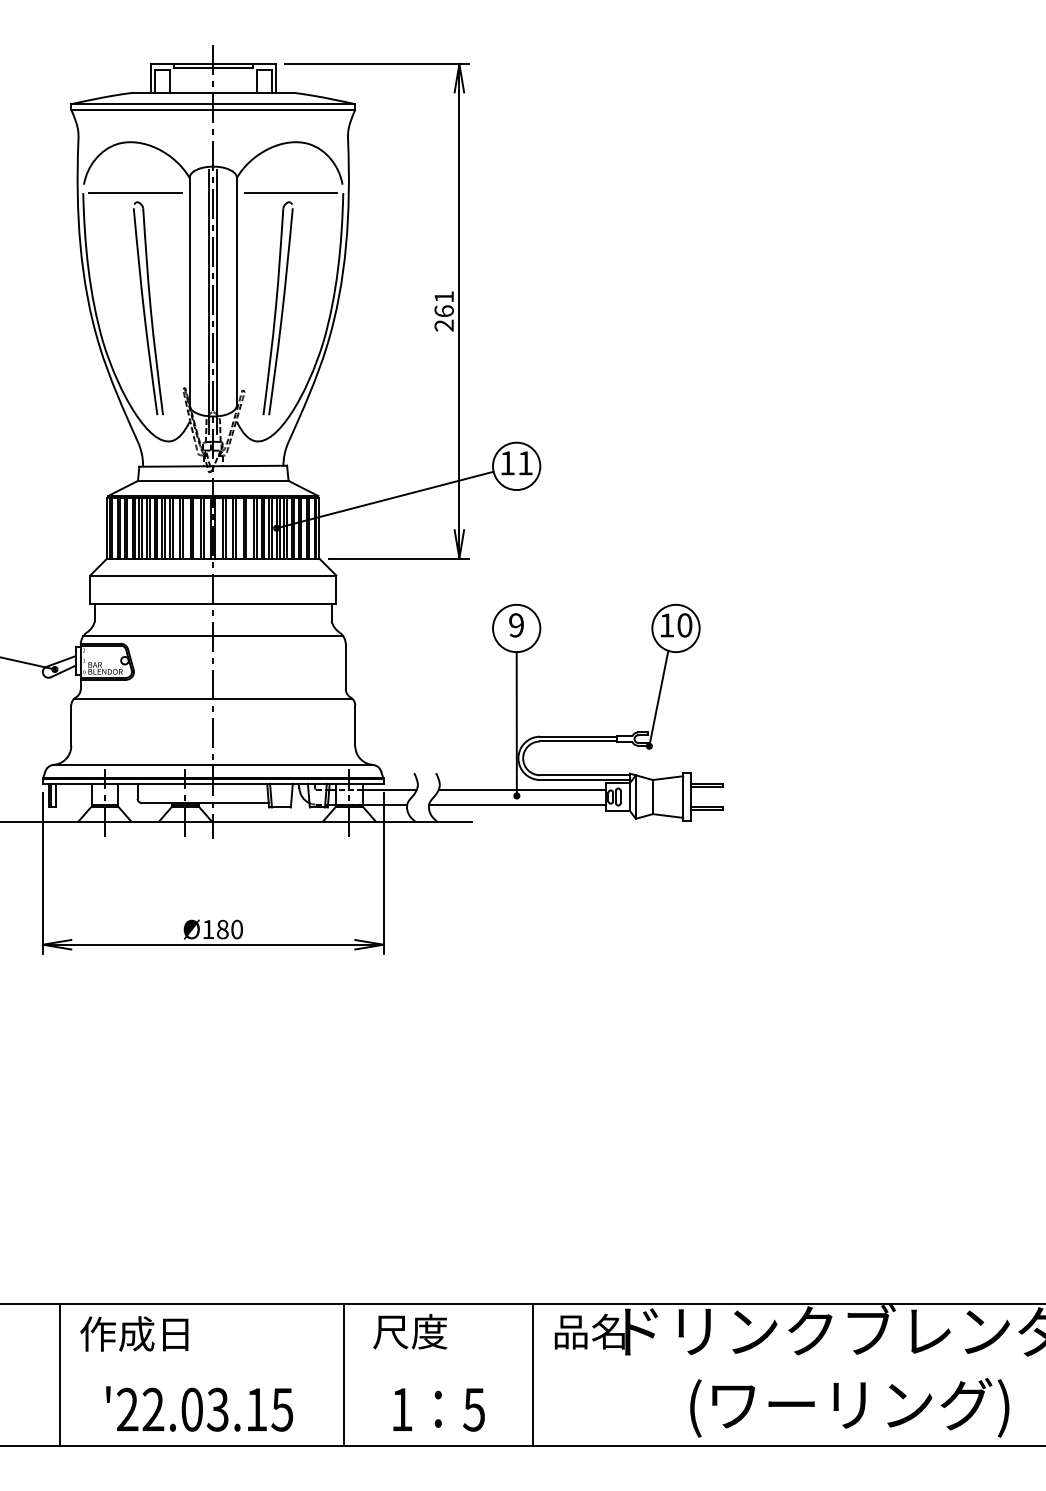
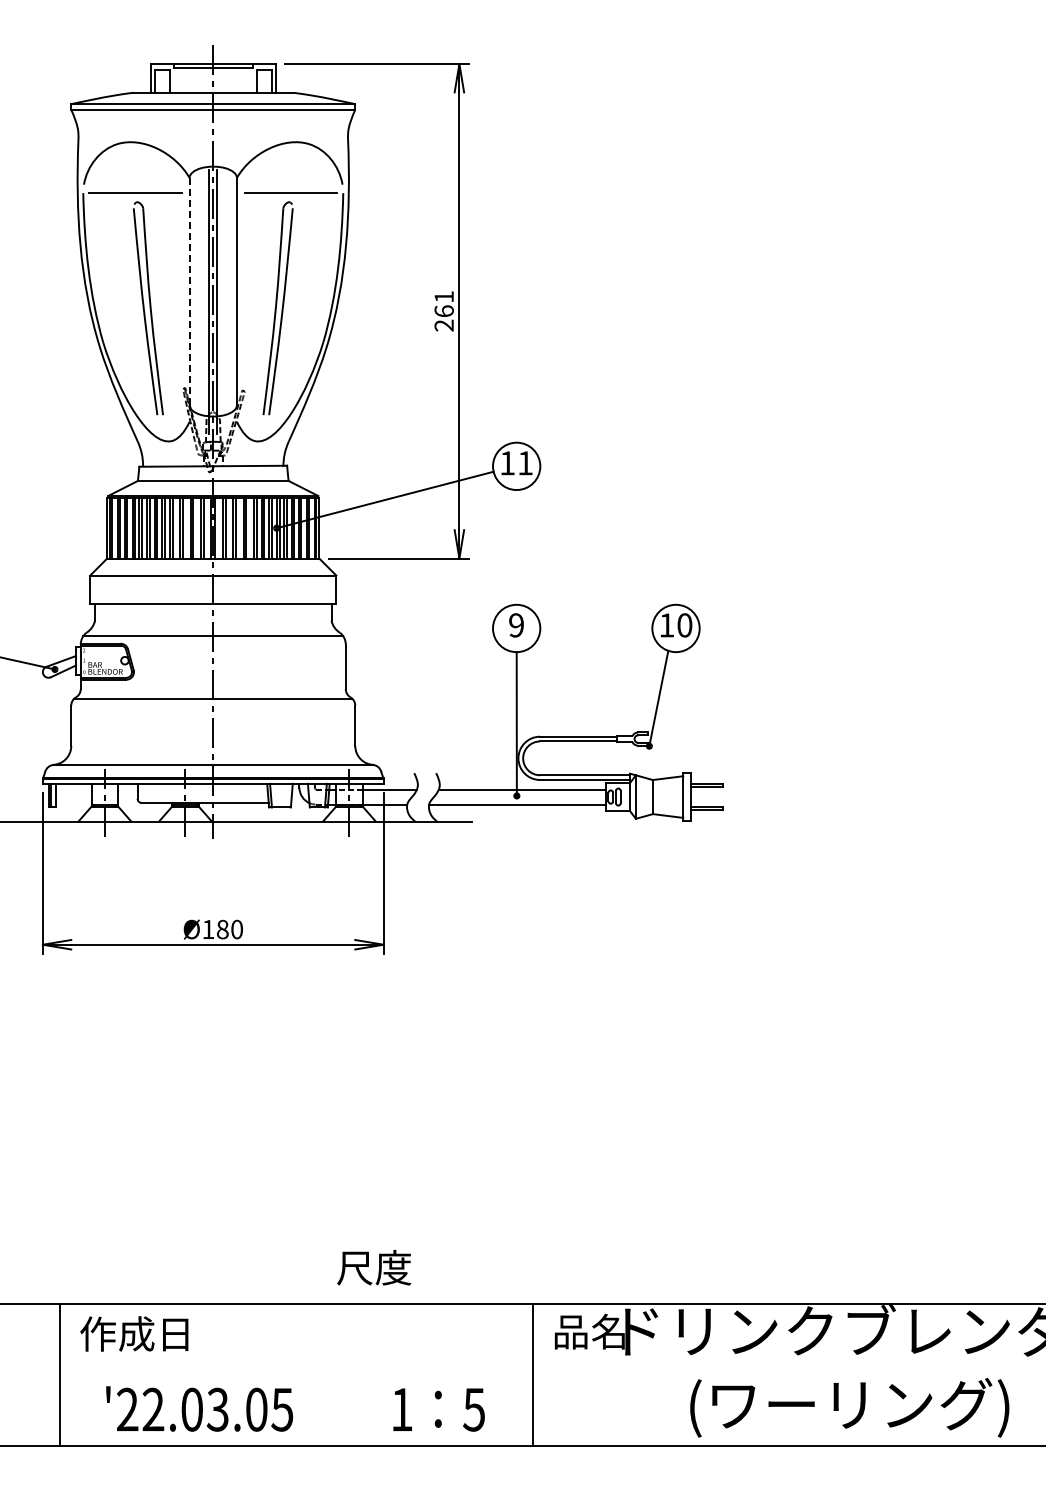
line at (189, 291): solid -> dashed
text at (410, 1331) position: (410, 1331) -> (374, 1267)
line at (343, 1375): present -> none
text at (256, 1409): '22.03.15 -> '22.03.05
